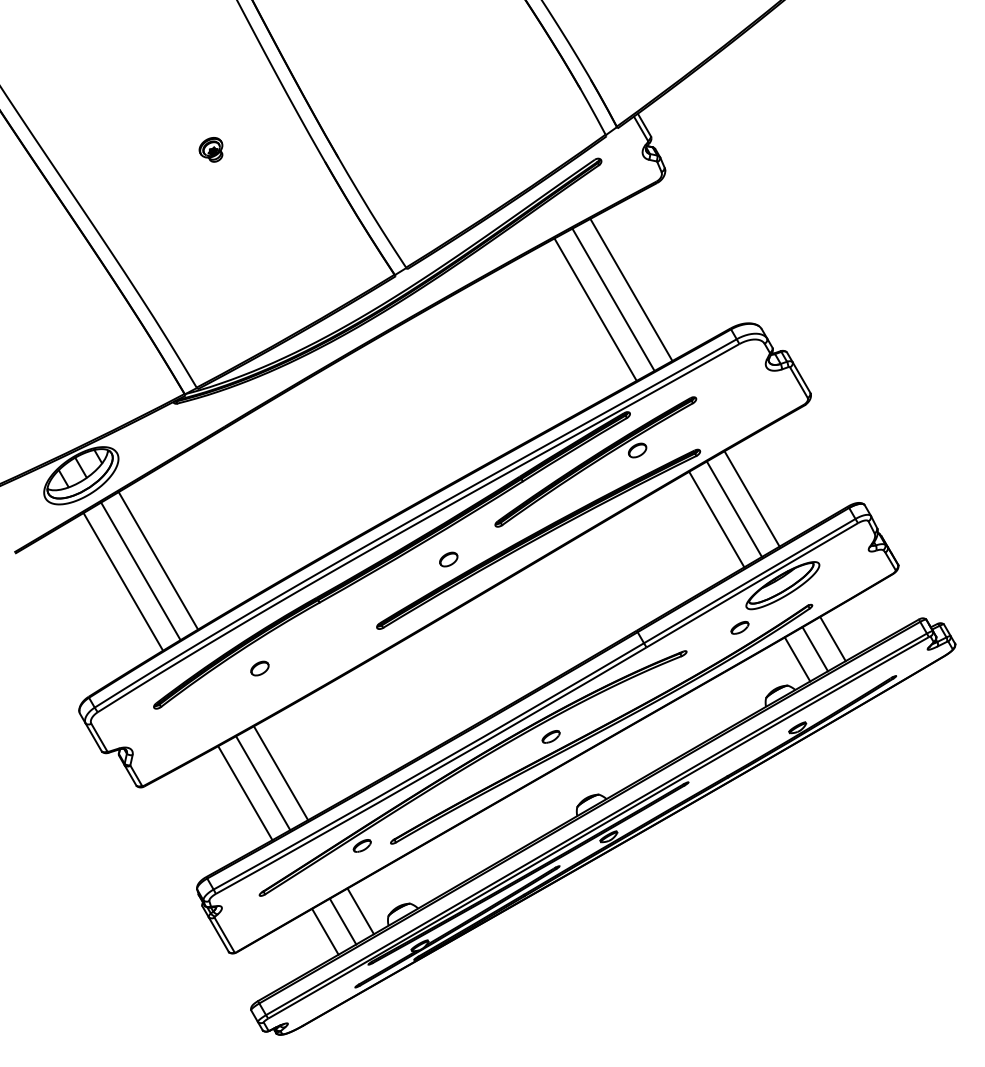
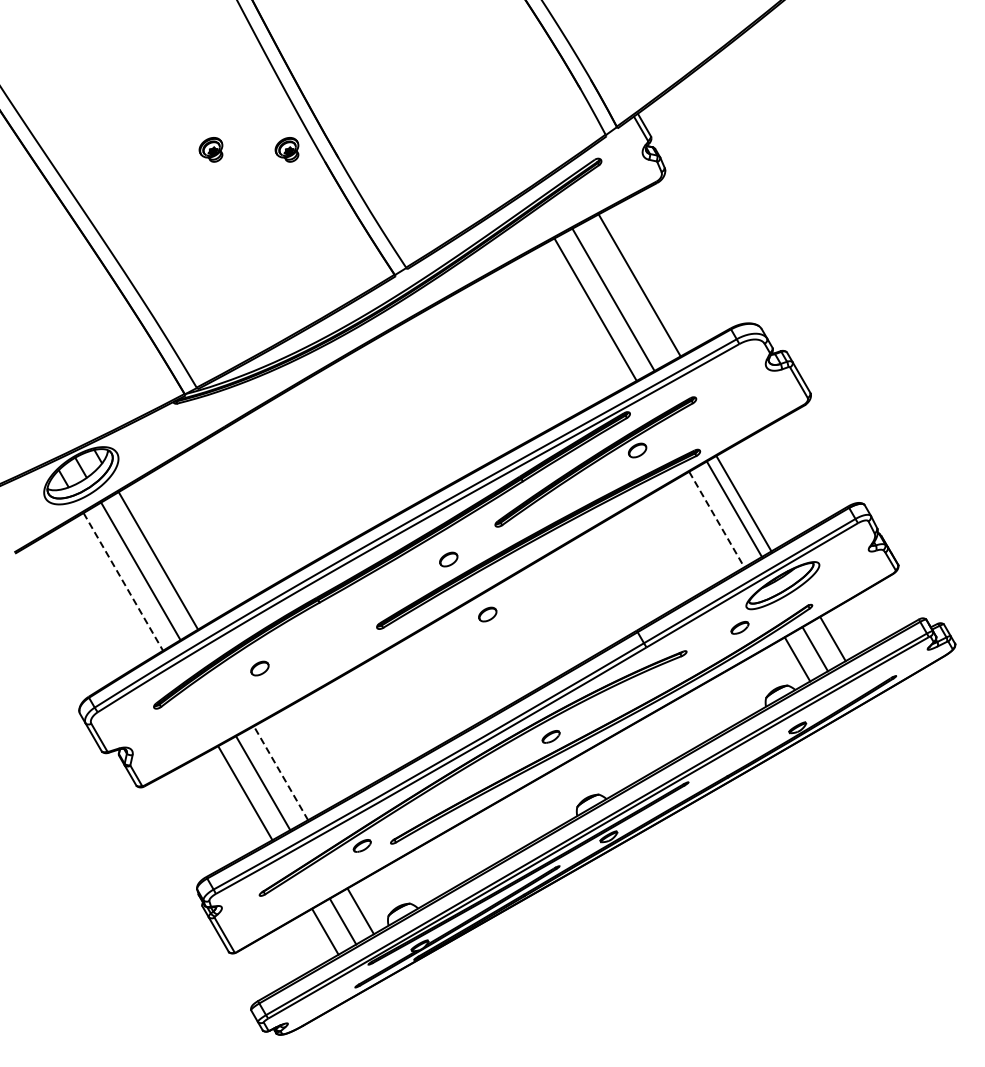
part at (286, 149): none -> present
line at (631, 290) position: (631, 290) -> (639, 285)
line at (751, 498) position: (751, 498) -> (743, 503)
line at (717, 520): solid -> dashed
line at (123, 582): solid -> dashed
part at (487, 614): none -> present
line at (280, 772): solid -> dashed
